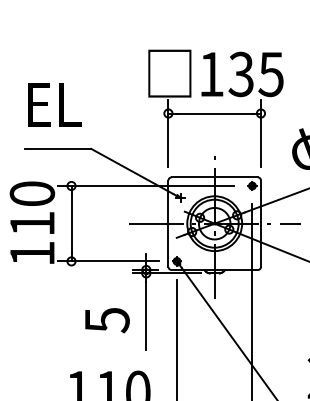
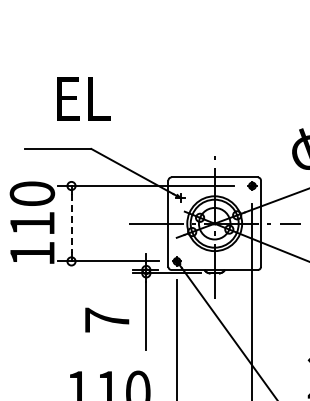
text at (54, 104) position: (54, 104) -> (83, 98)
part at (215, 108): present -> none
line at (71, 224): solid -> dashed
text at (107, 320): 5 -> 7
